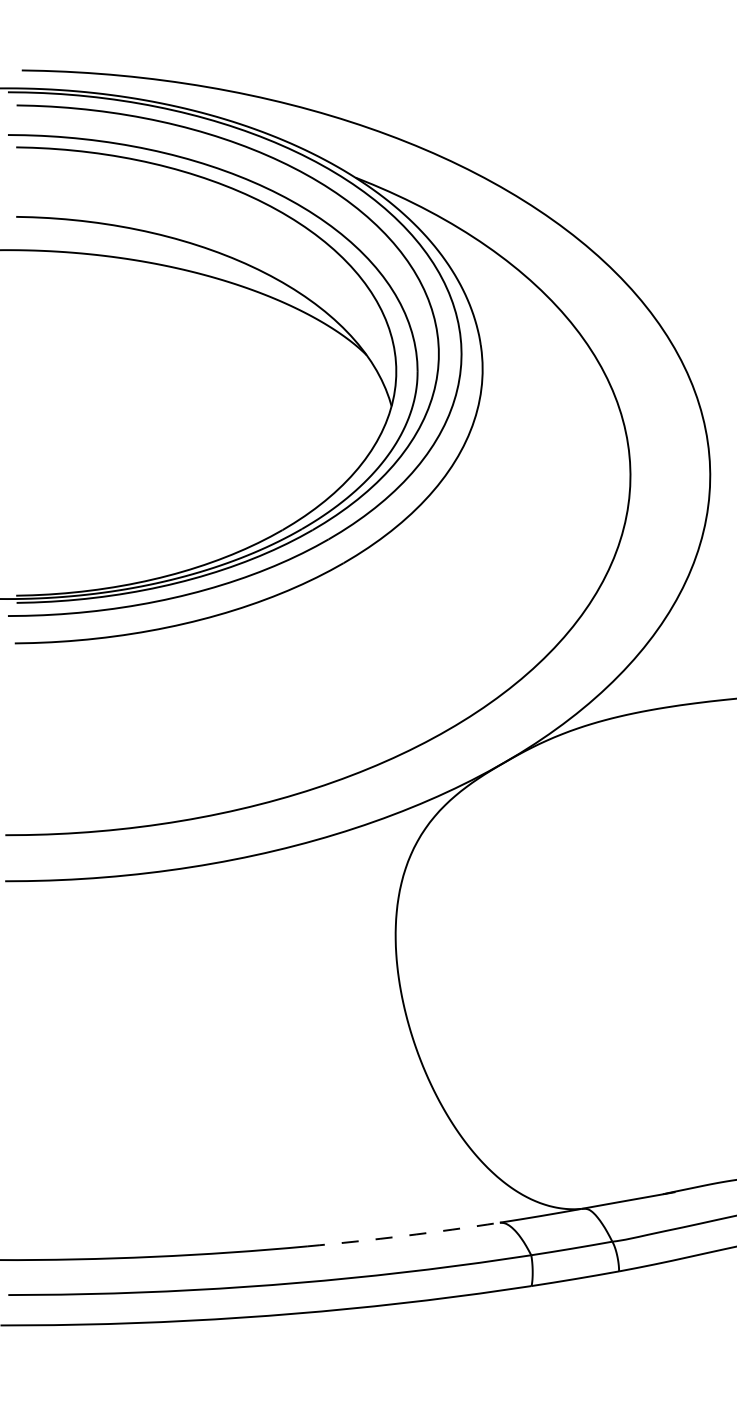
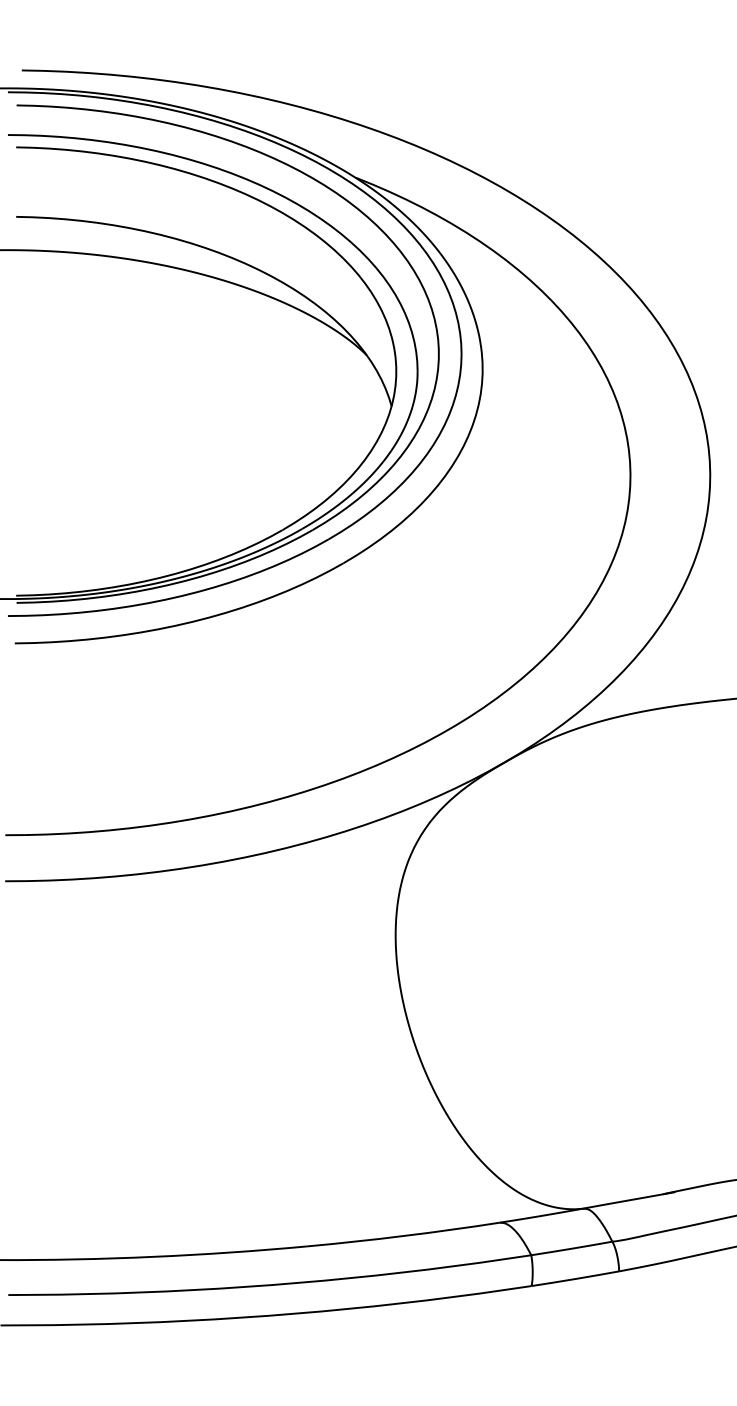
arc at (404, 1235): dashed -> solid
